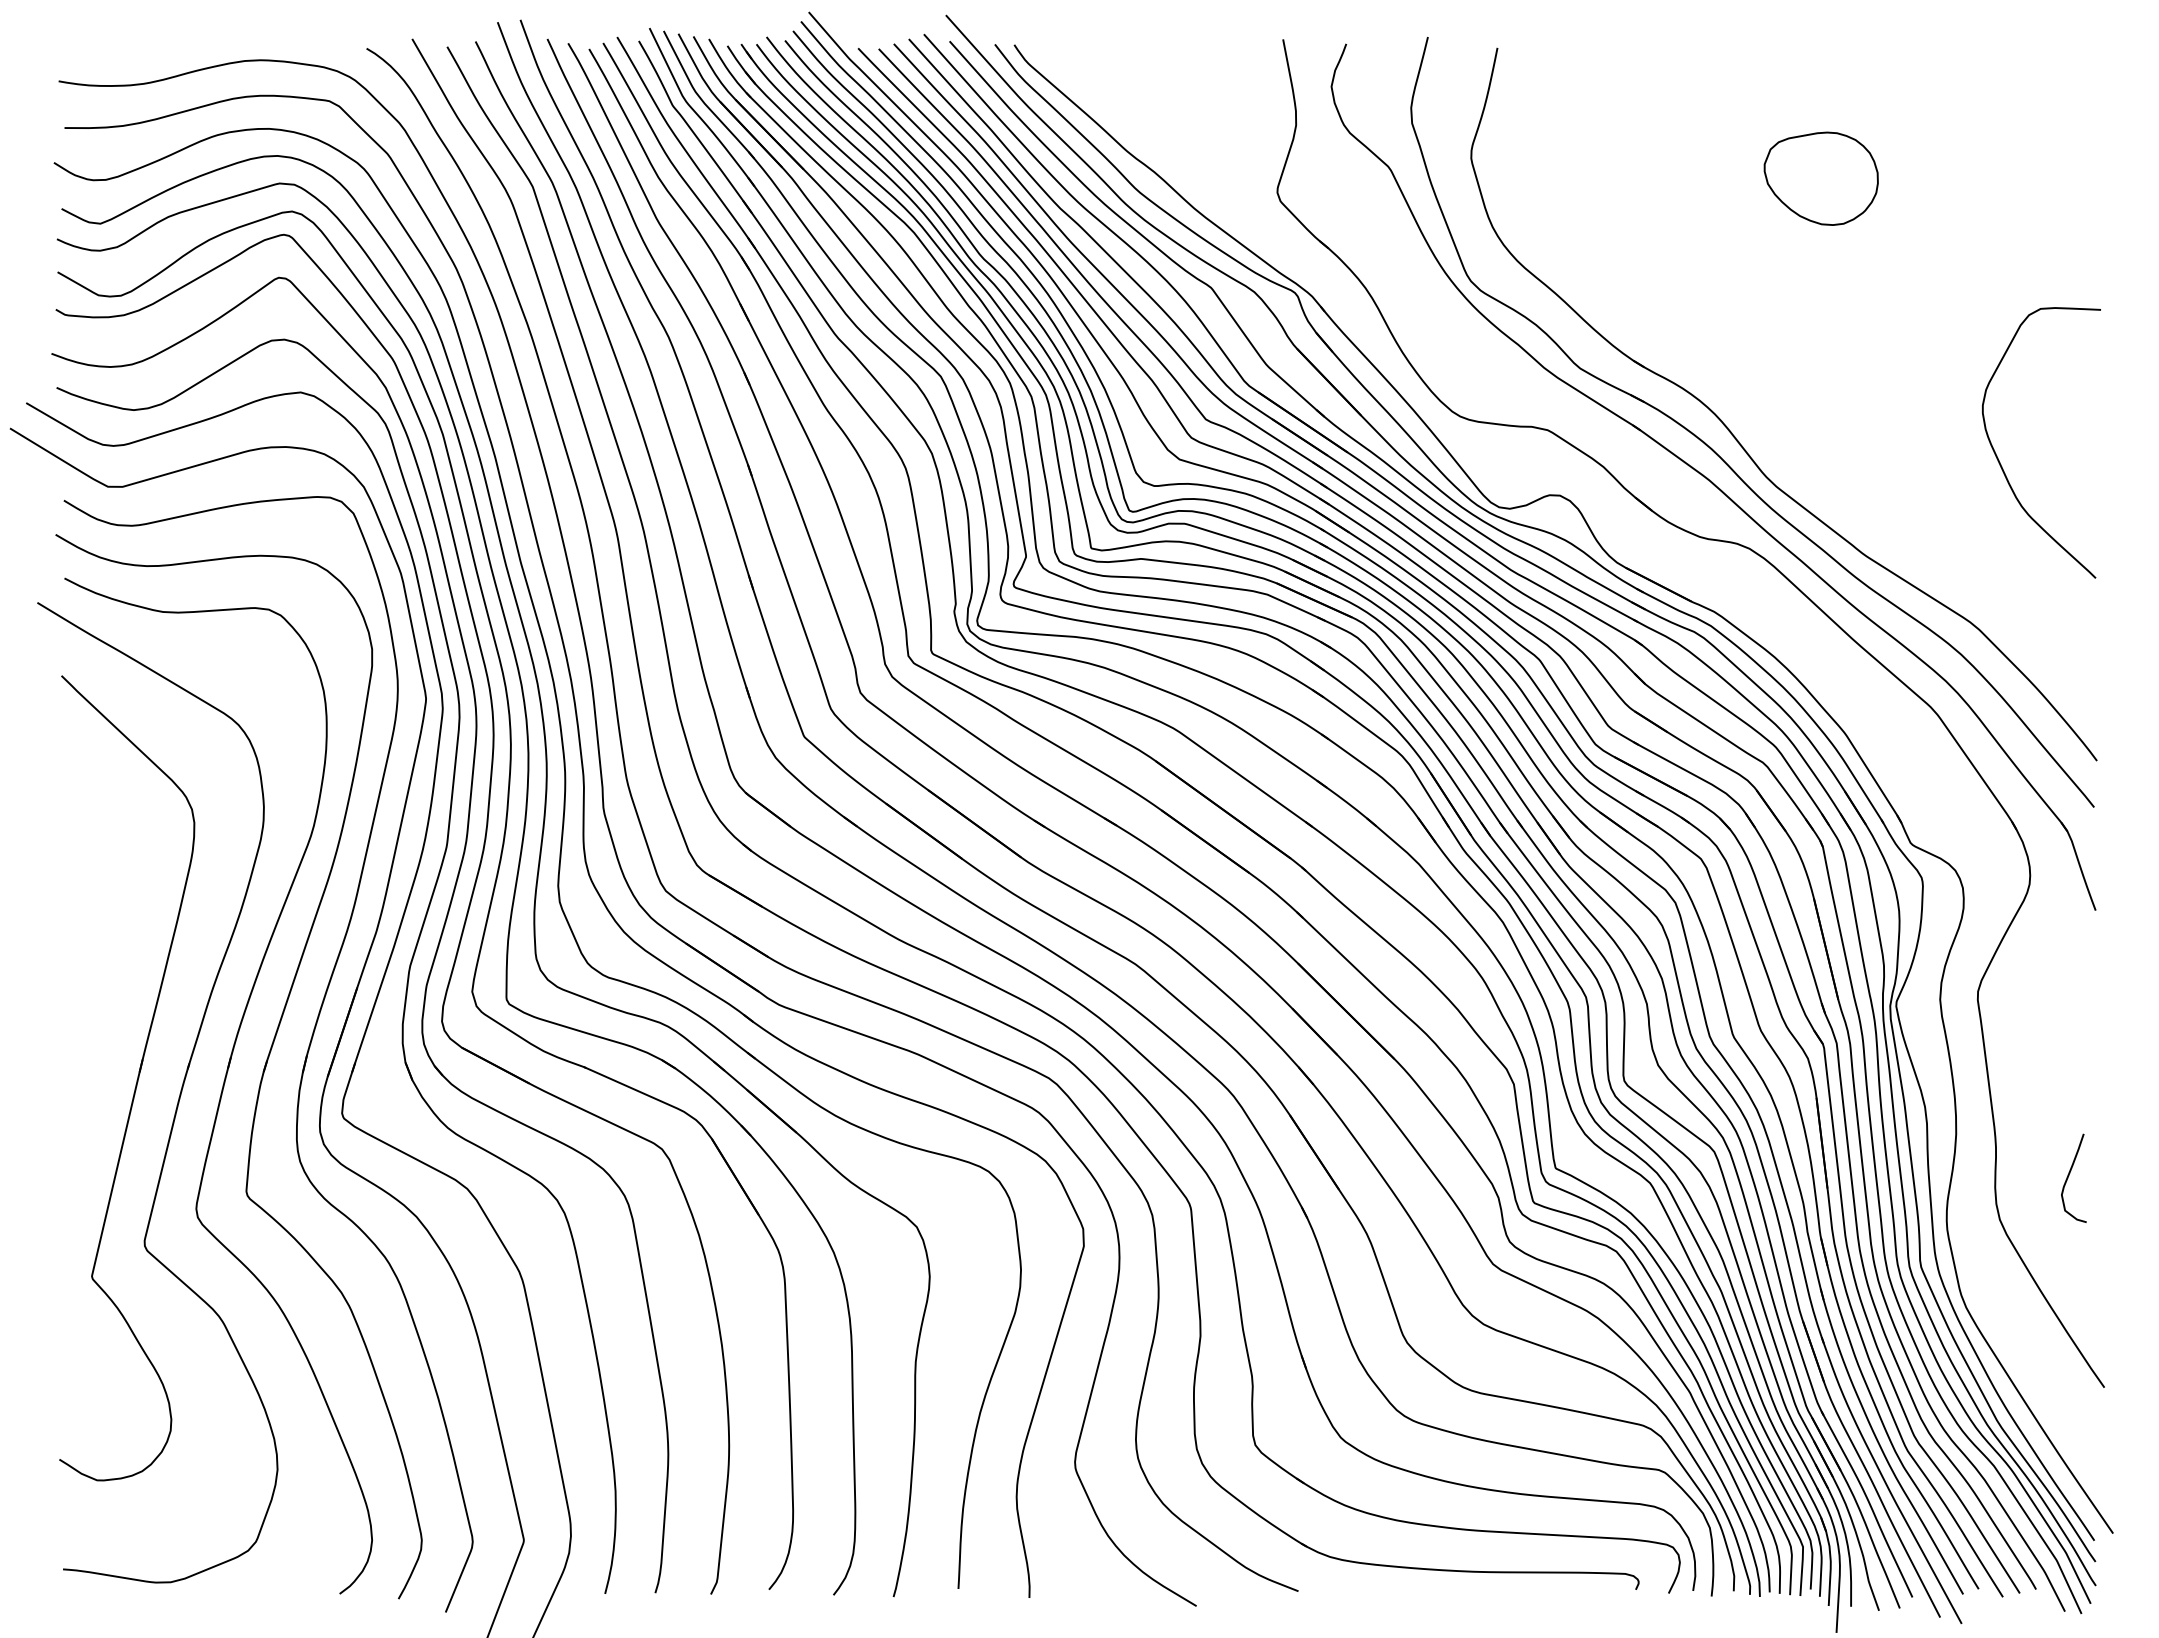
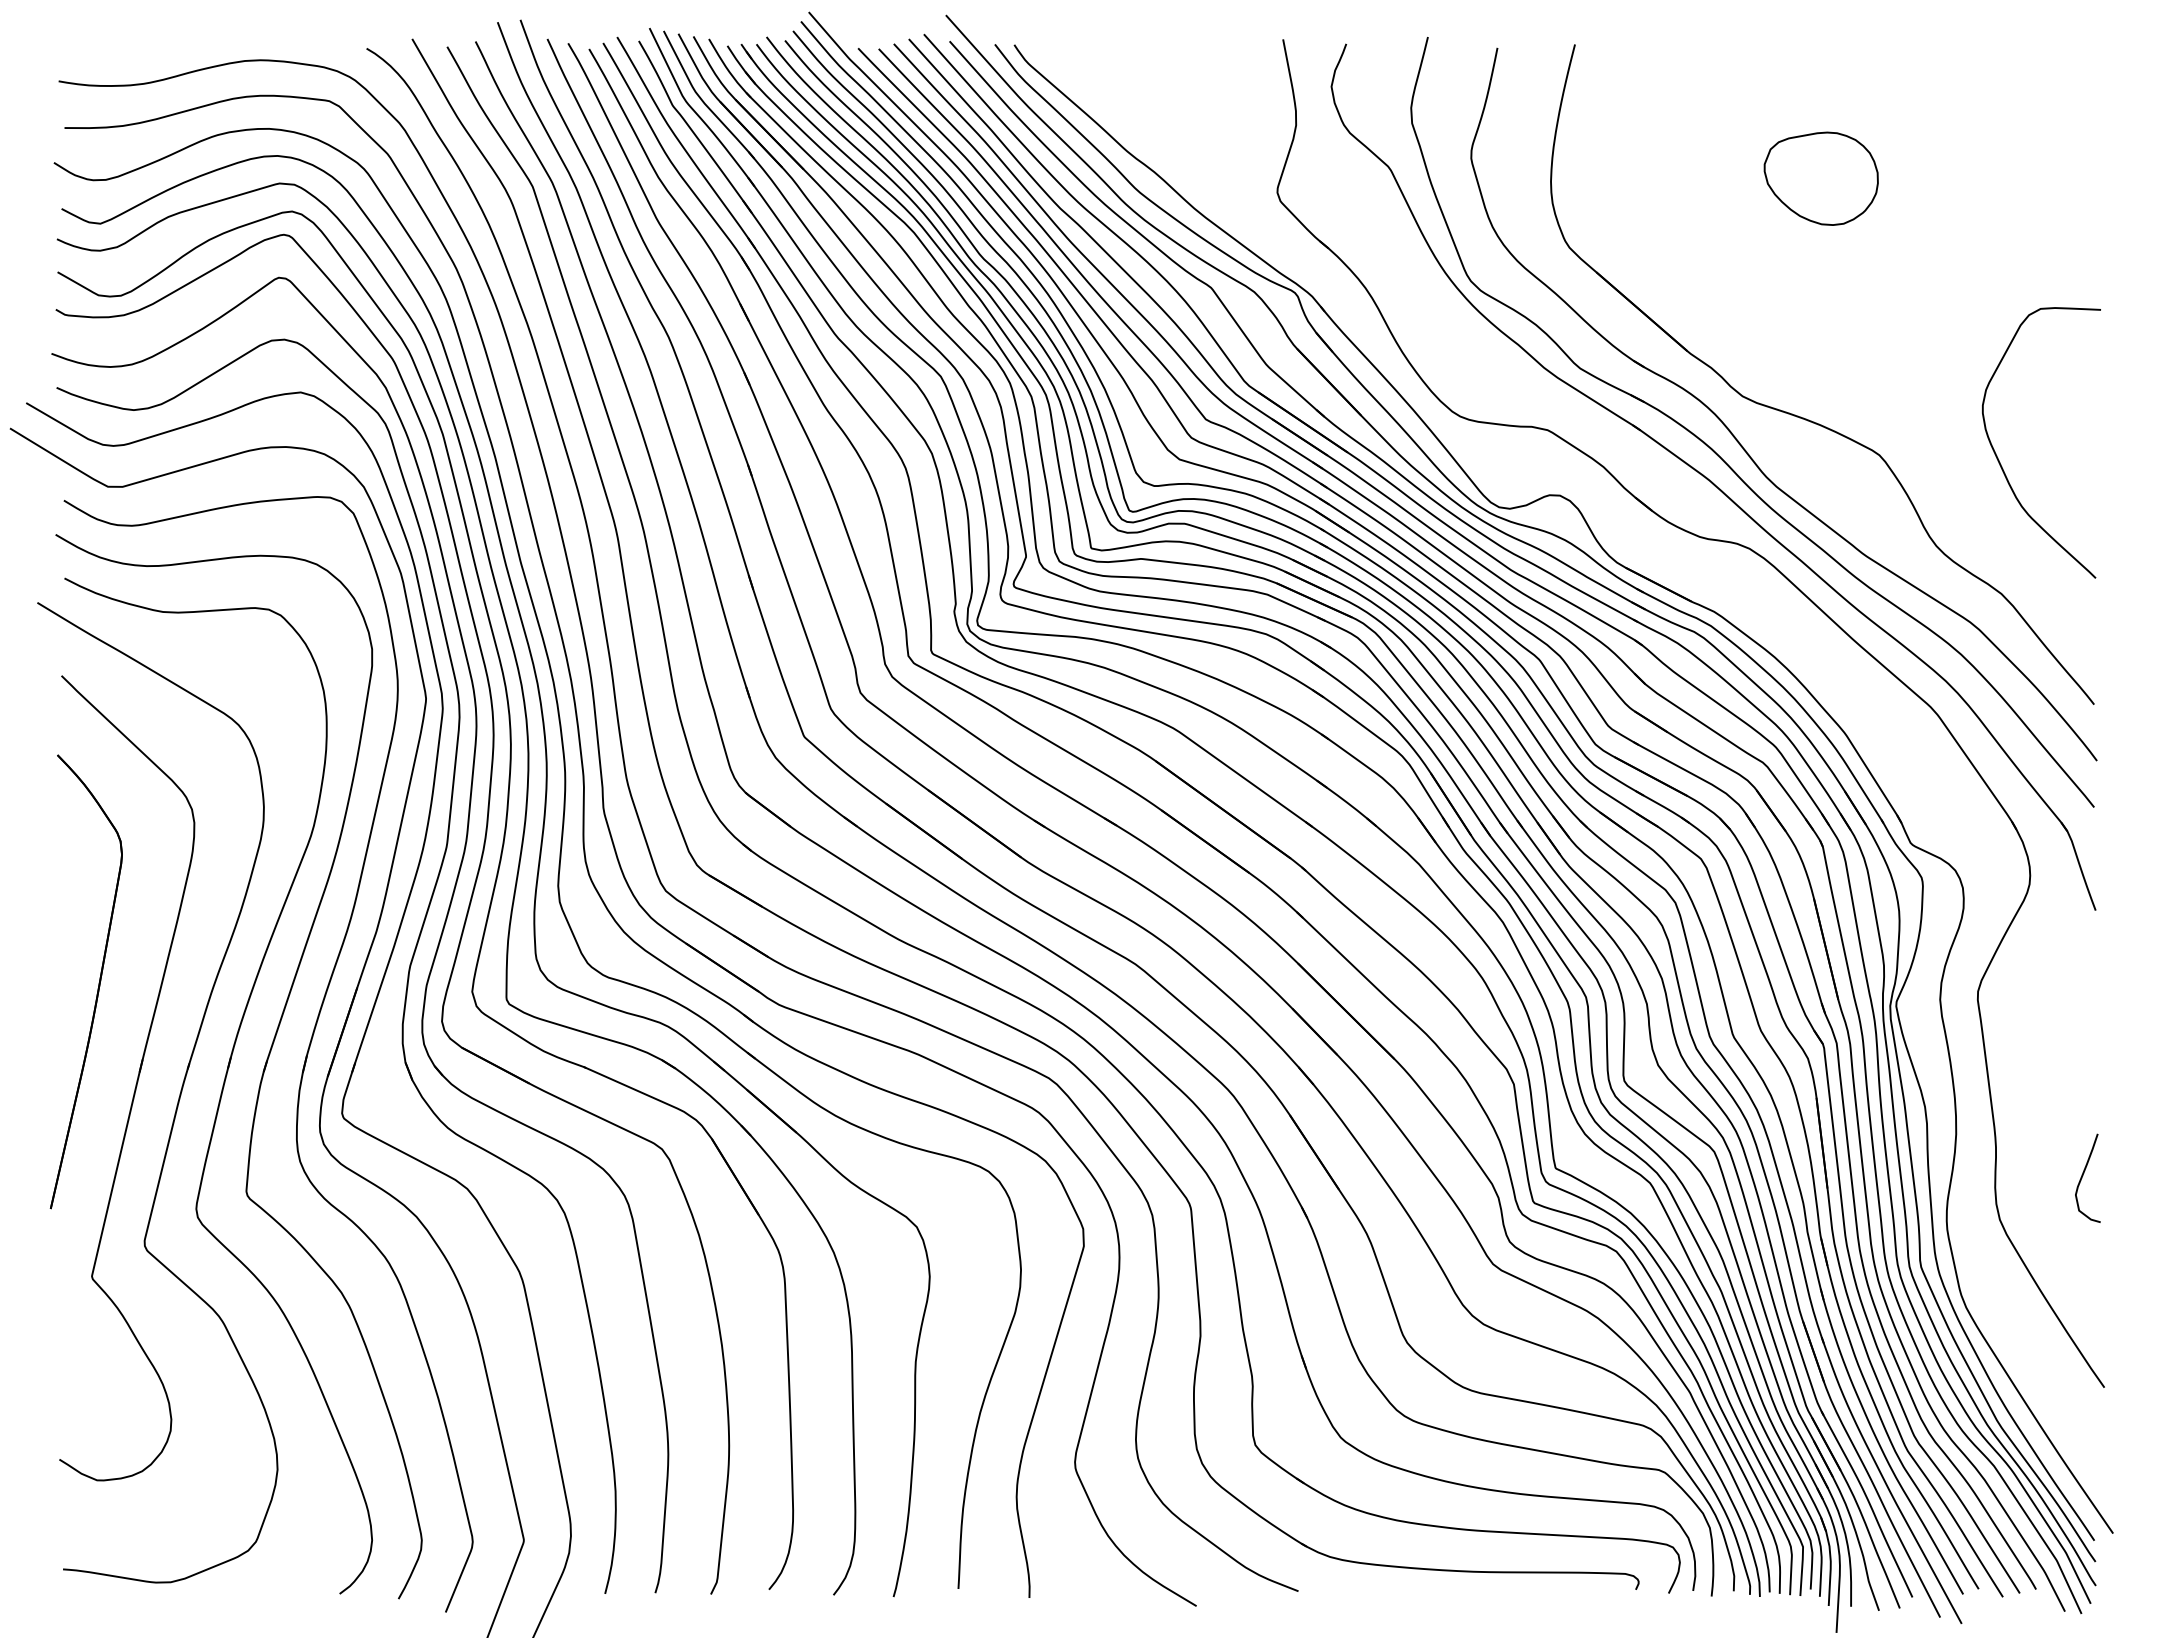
part at (1806, 418): none -> present
part at (98, 982): none -> present
curve at (2069, 1175) position: (2069, 1175) -> (2083, 1175)
